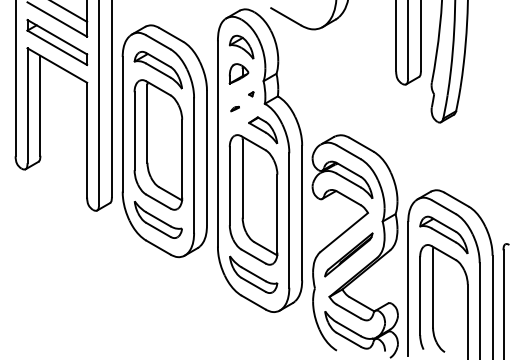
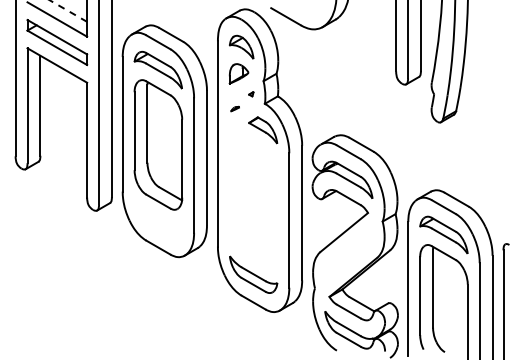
line at (68, 10): solid -> dashed
part at (253, 199): present -> none
part at (157, 219): present -> none
part at (348, 254): present -> none
